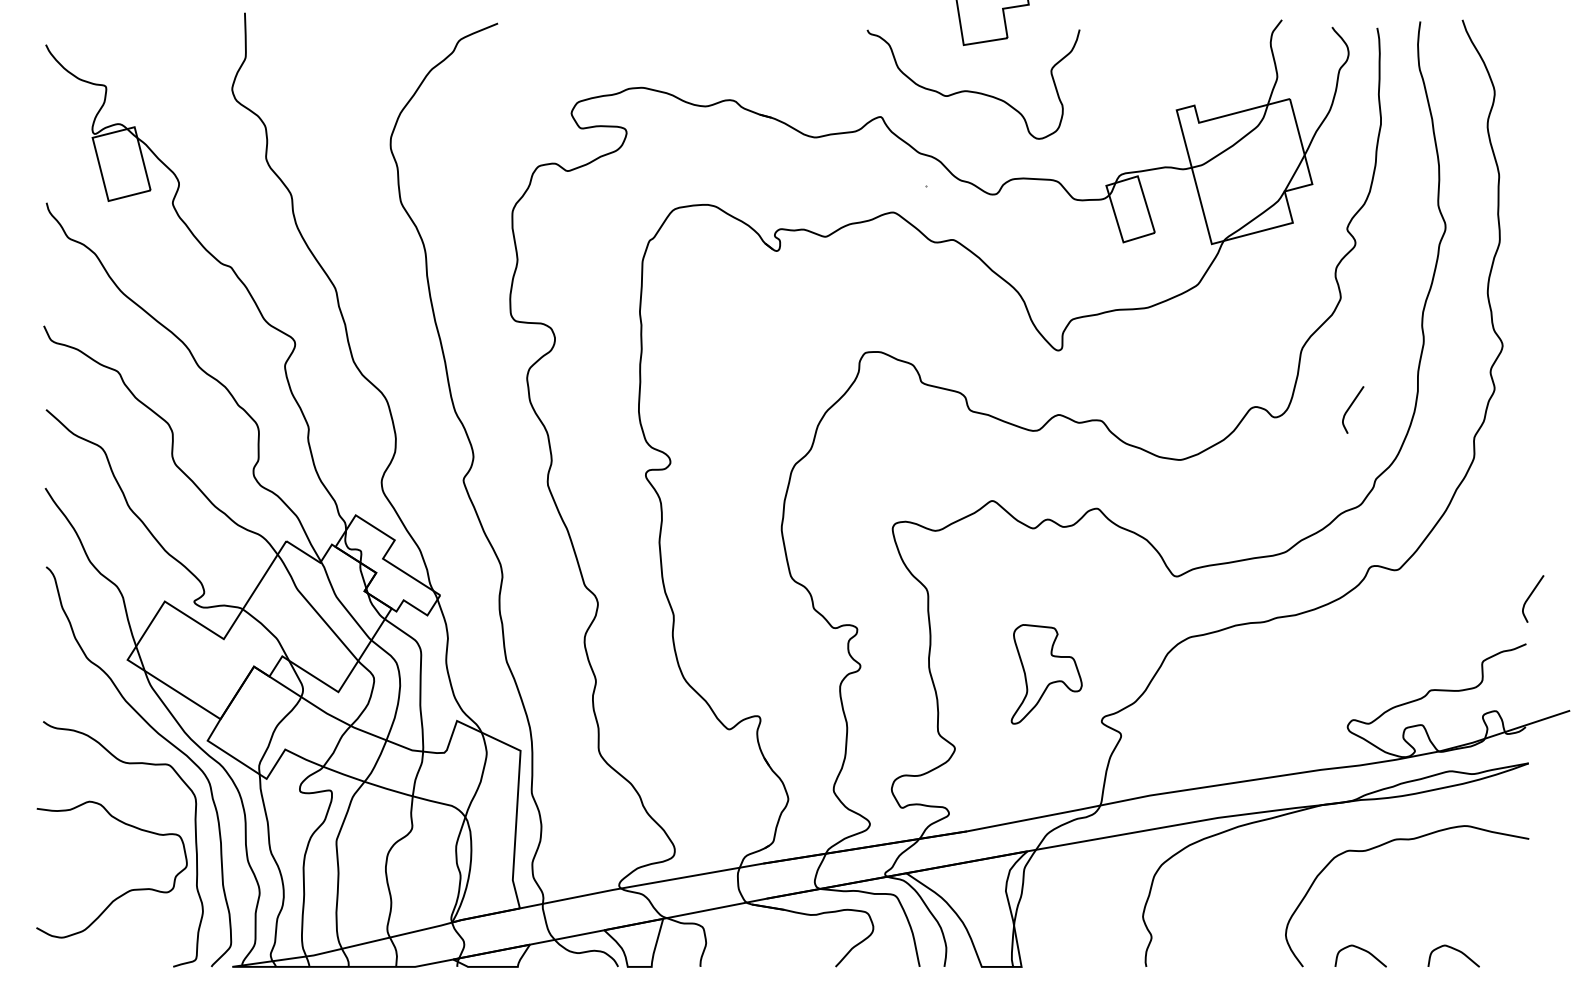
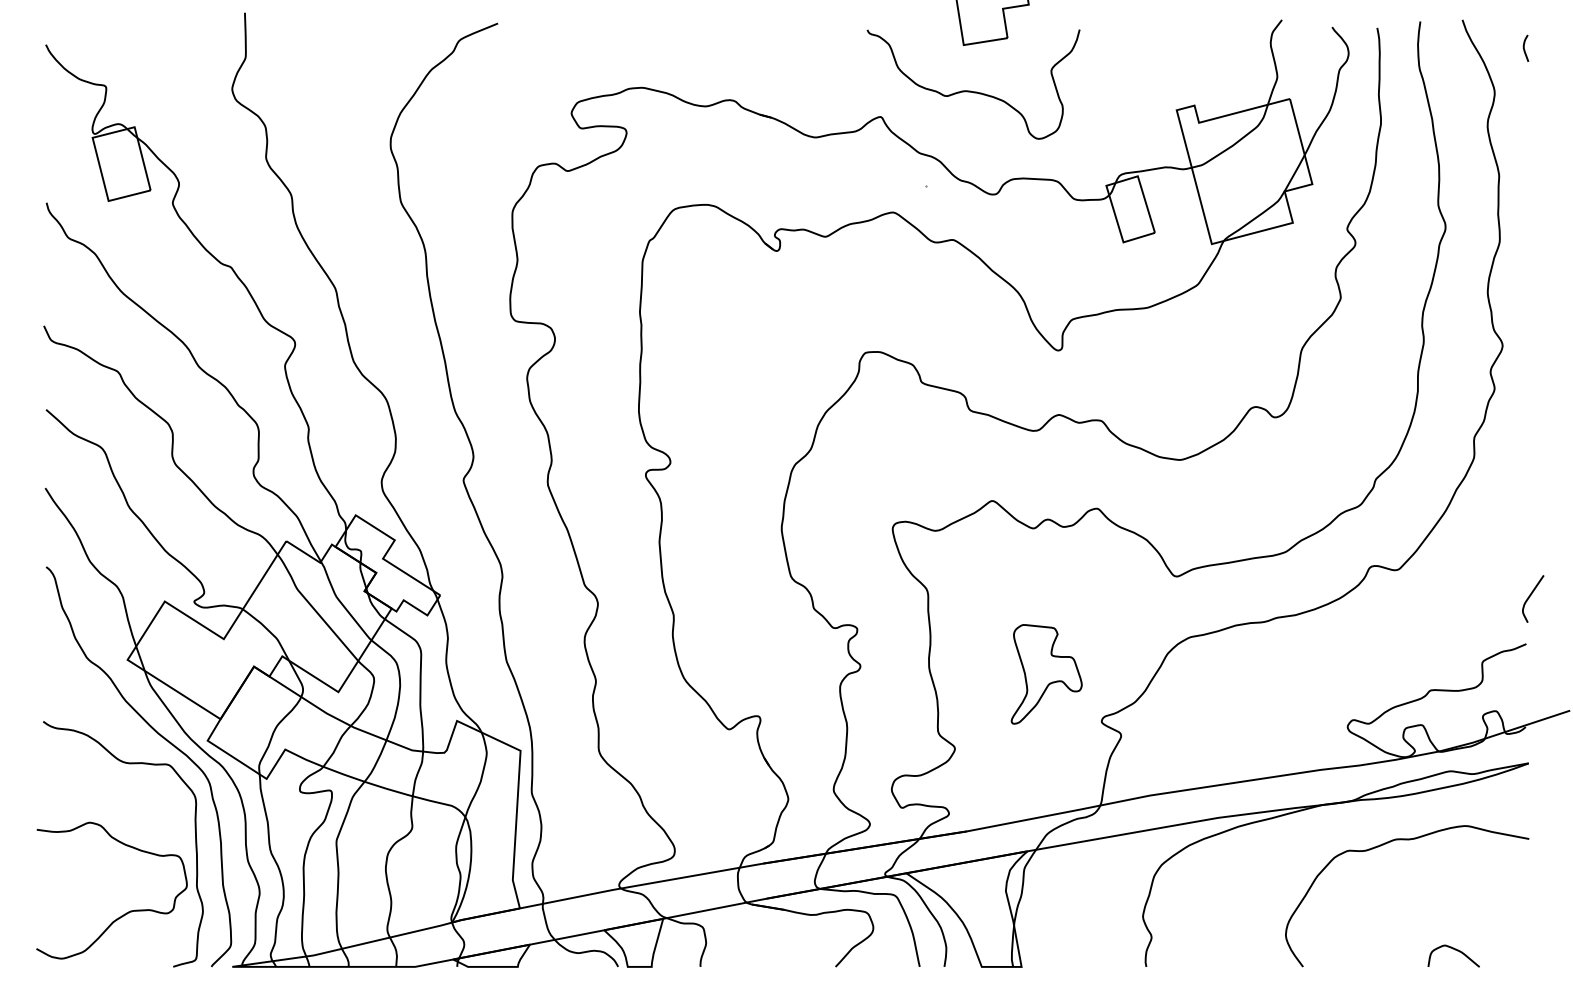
curve at (1524, 47): none -> present
curve at (1351, 406): present -> none
curve at (124, 892) position: (124, 892) -> (124, 913)
curve at (1362, 950): present -> none
